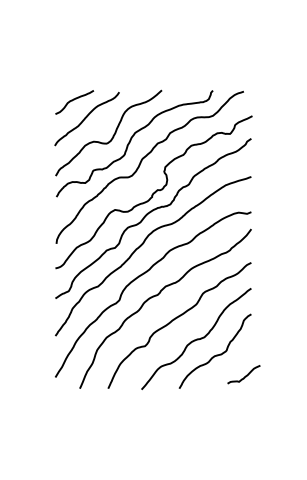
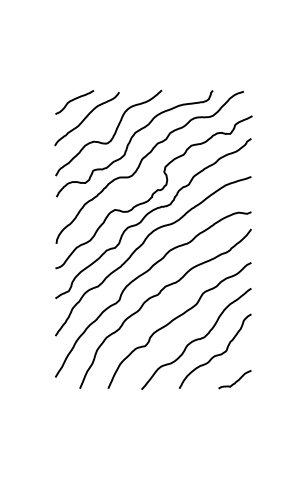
curve at (245, 375) position: (245, 375) -> (236, 380)
